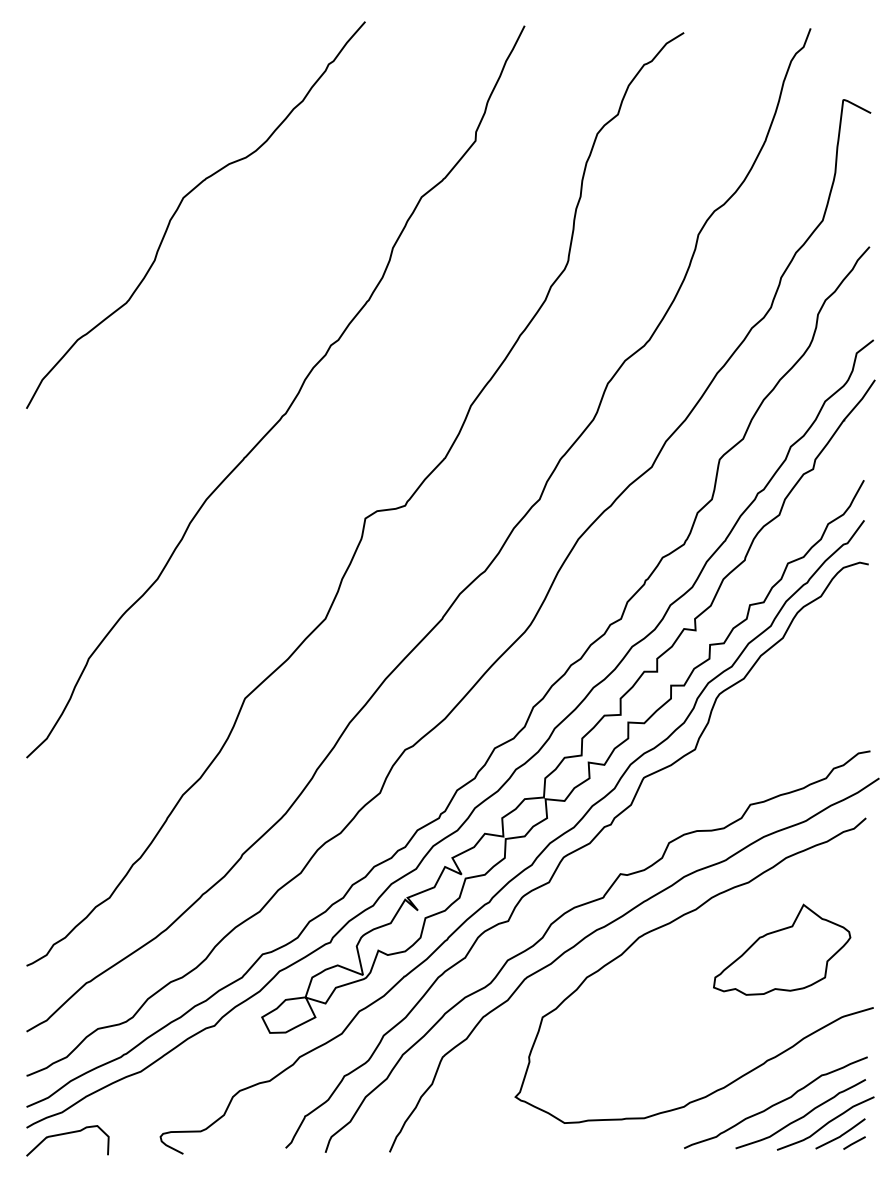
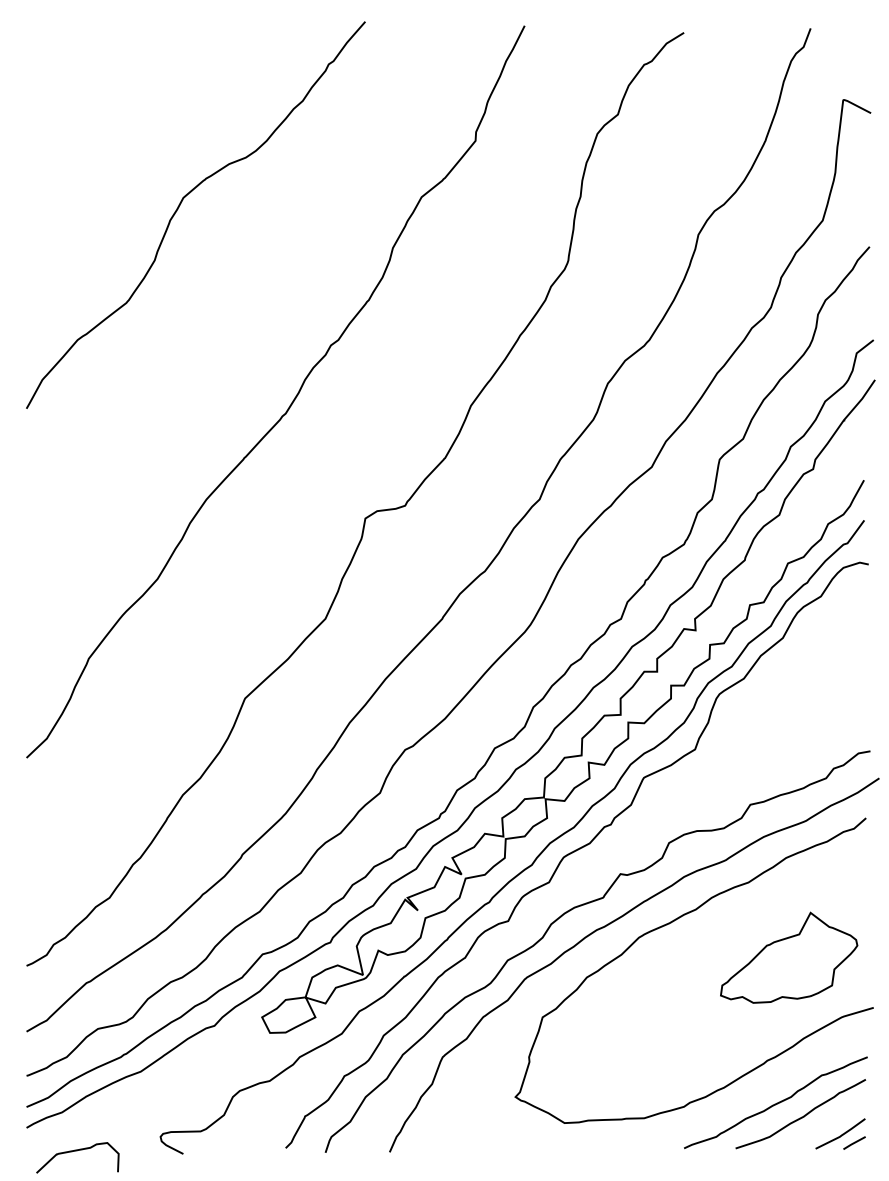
part at (782, 949) position: (782, 949) -> (789, 957)
curve at (825, 1123): present -> none
curve at (67, 1134) position: (67, 1134) -> (77, 1151)
